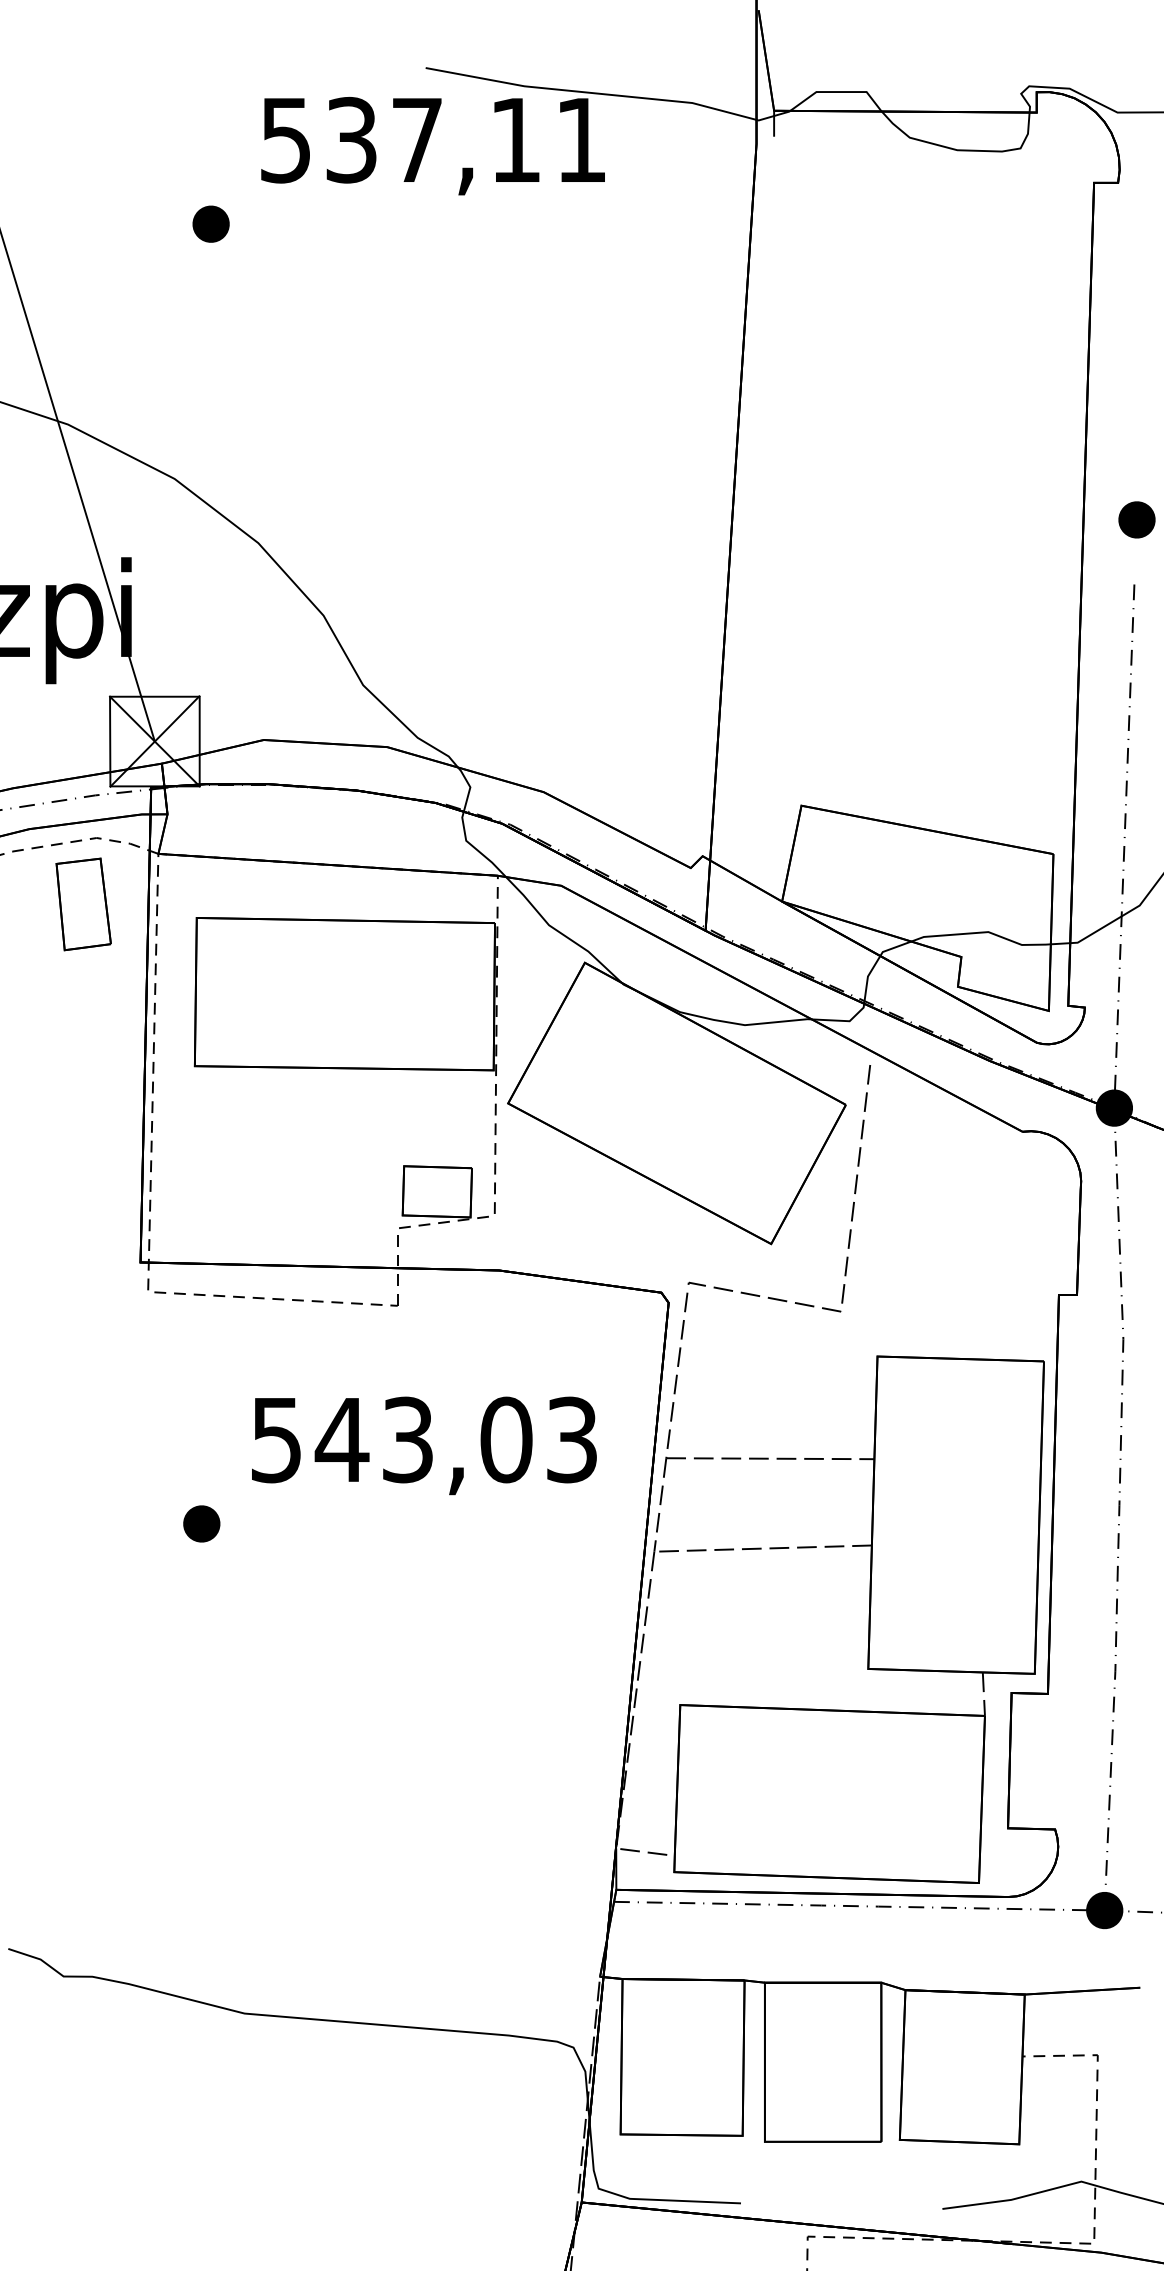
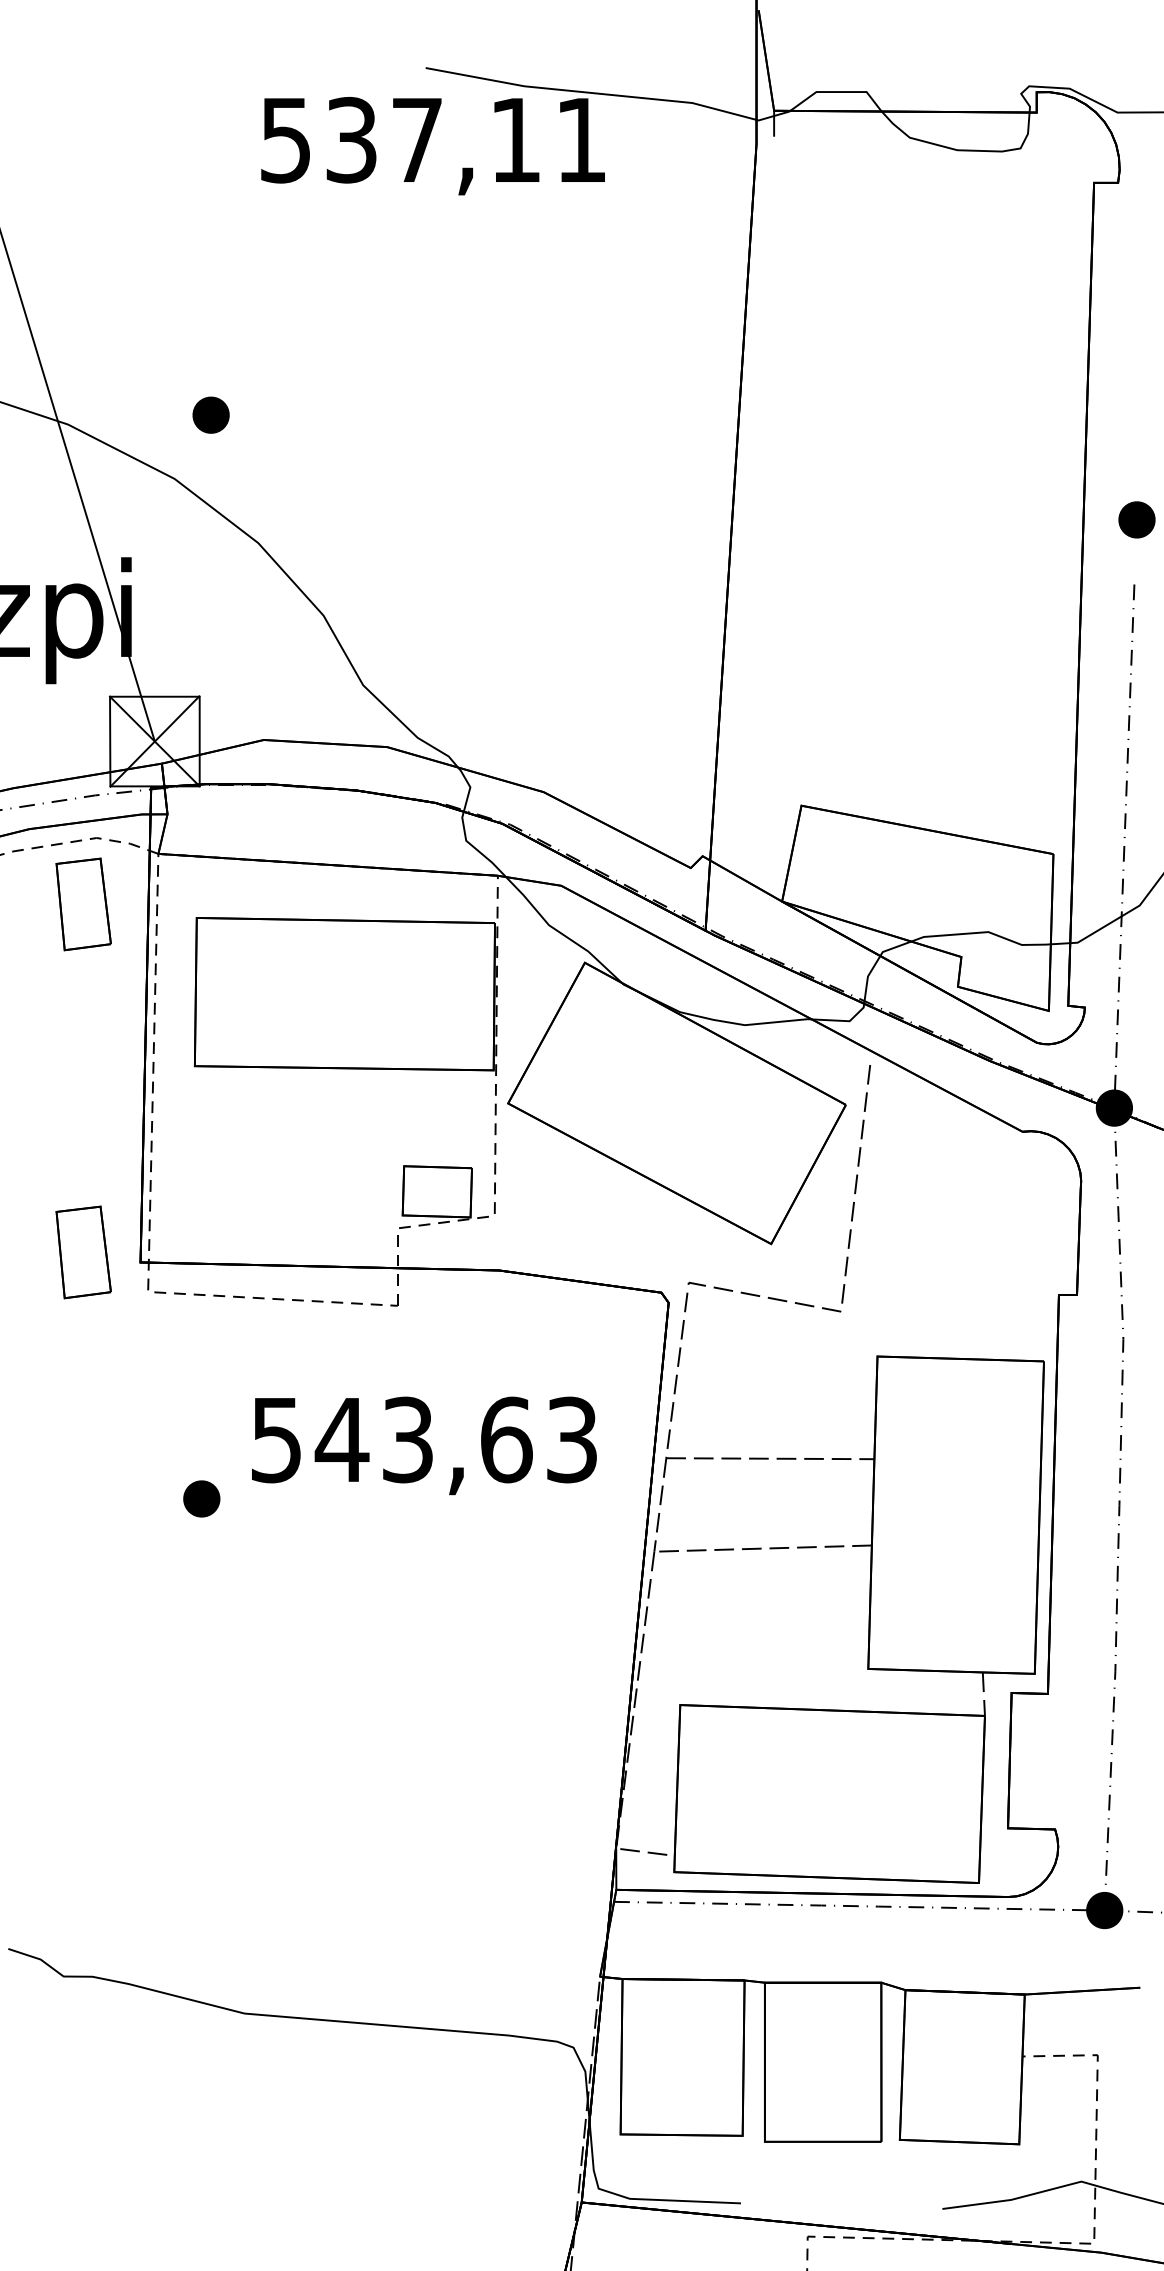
part at (210, 223) position: (210, 223) -> (210, 414)
part at (83, 1252): none -> present
text at (506, 1439): 543,03 -> 543,63
part at (201, 1523) position: (201, 1523) -> (201, 1498)
